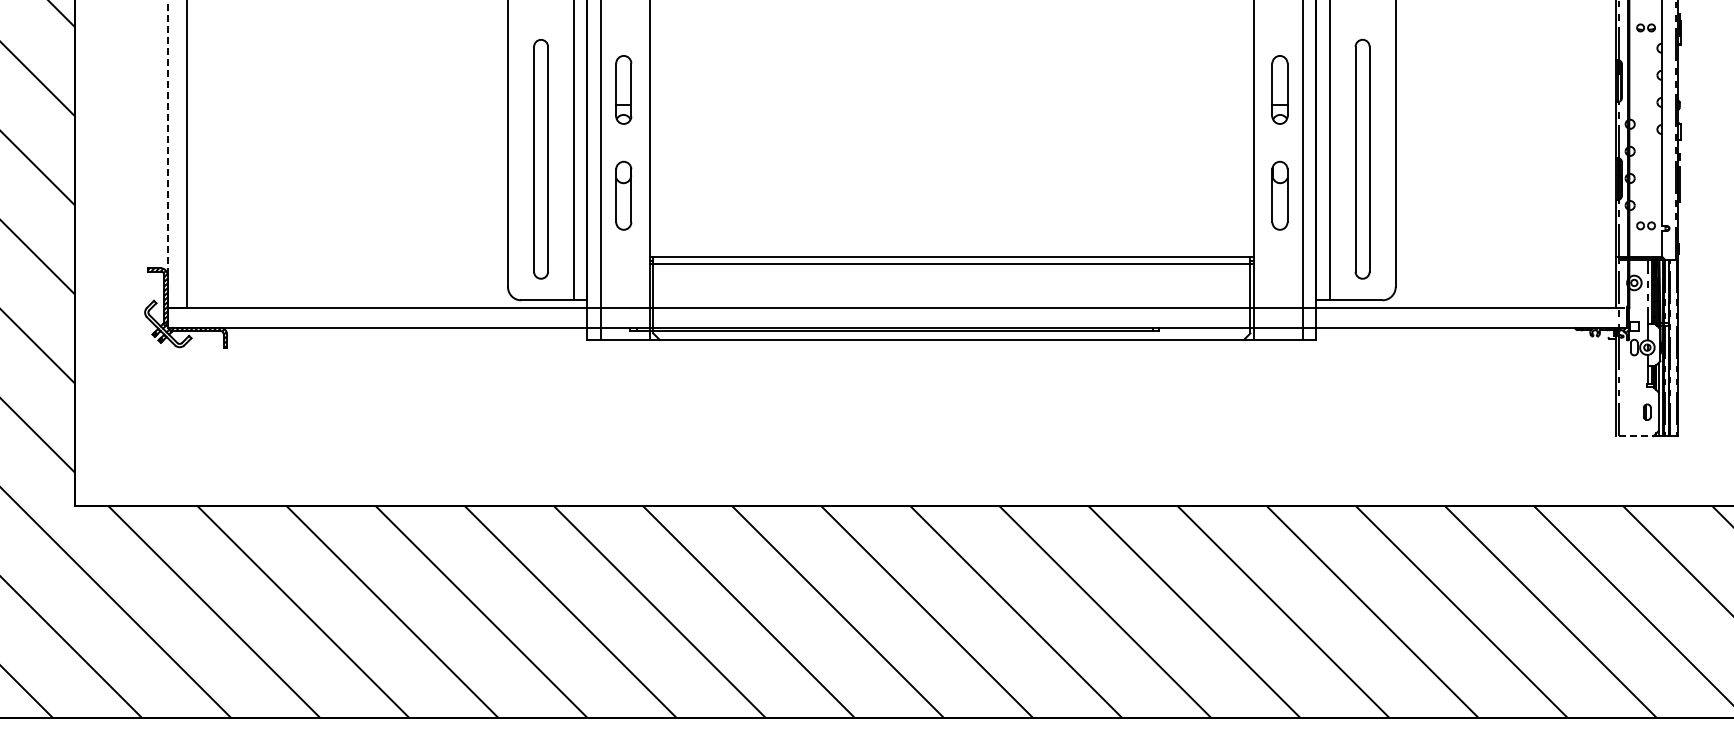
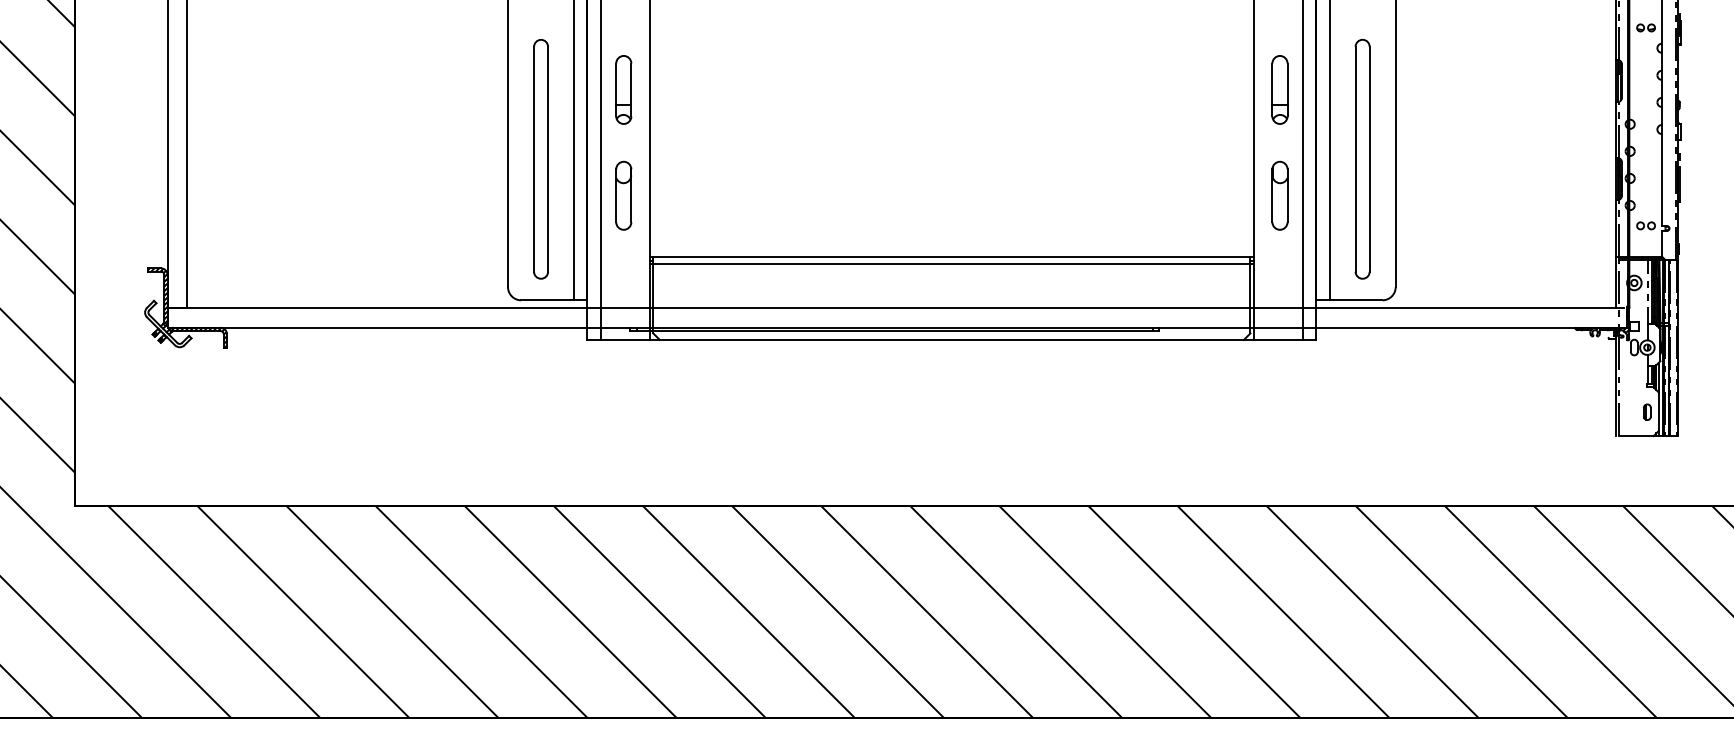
line at (167, 154): dashed -> solid
line at (1636, 436): dashed -> solid
